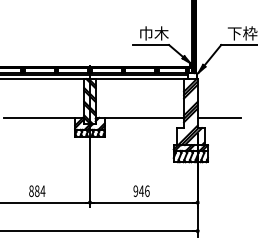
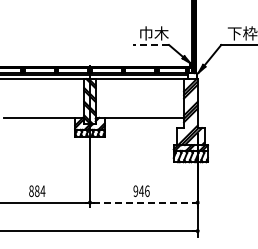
line at (151, 45): solid -> dashed
line at (219, 117): present -> none
line at (144, 202): solid -> dashed
